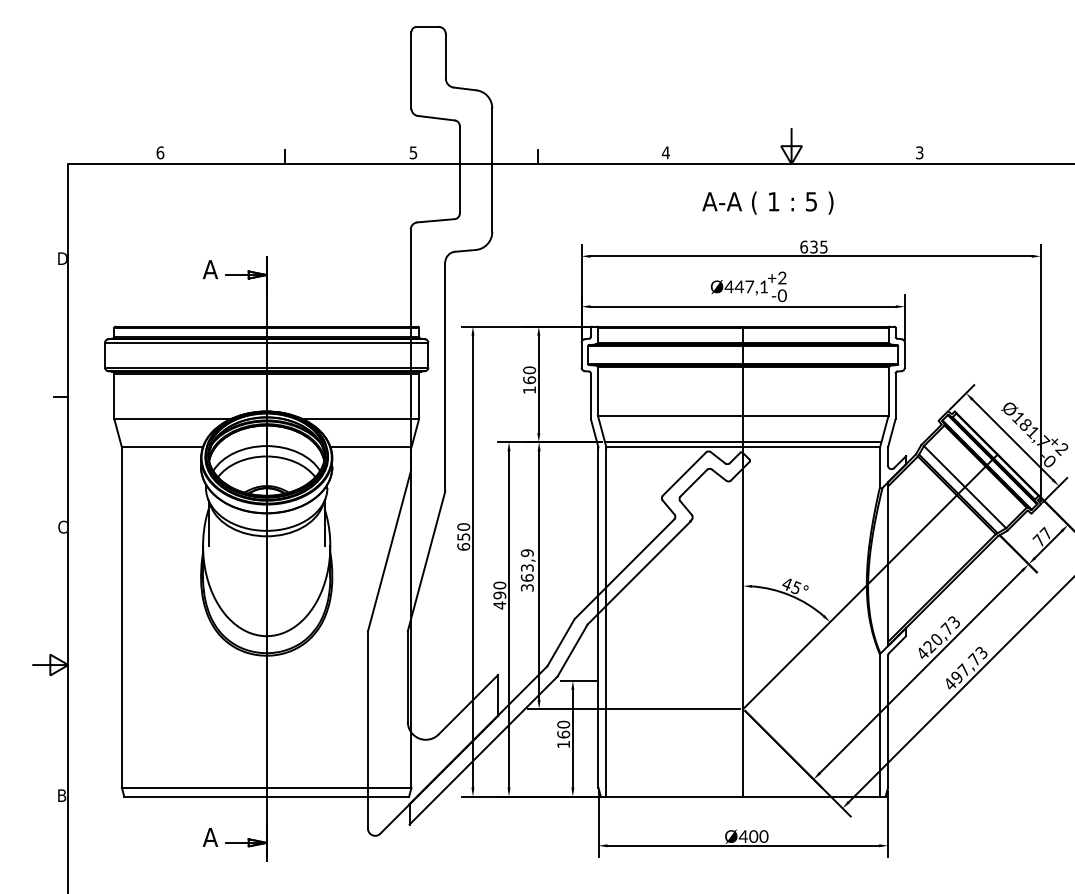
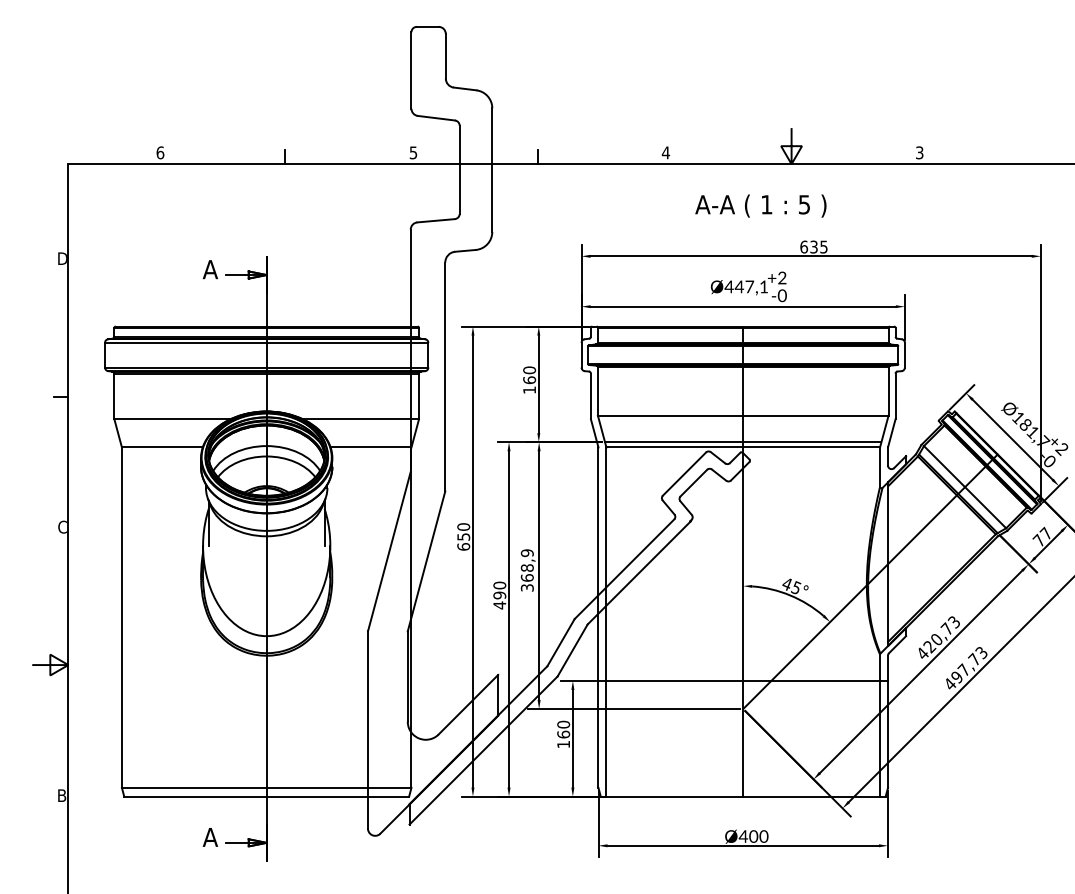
text at (767, 202) position: (767, 202) -> (760, 205)
text at (527, 567): 363,9 -> 368,9
line at (743, 680): none -> present
